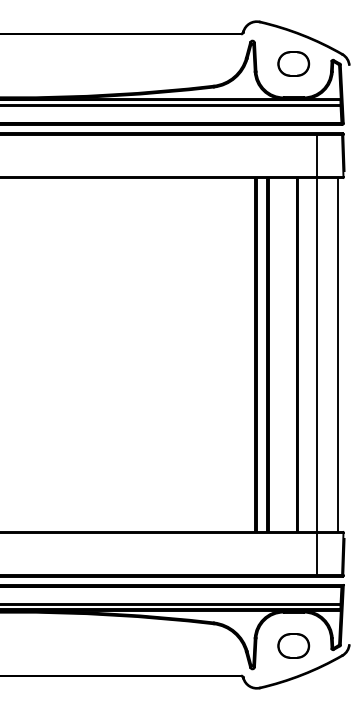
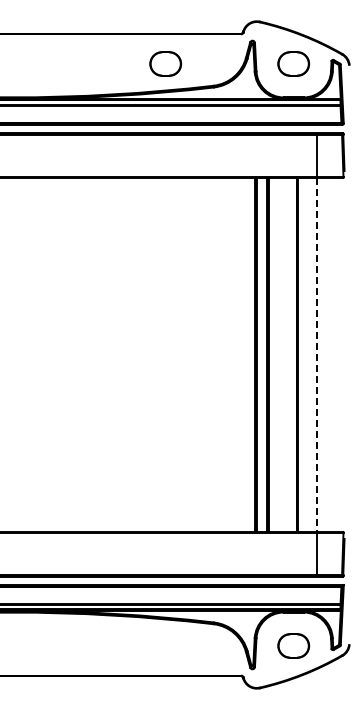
part at (165, 63): none -> present
line at (316, 354): solid -> dashed
line at (337, 354): present -> none
